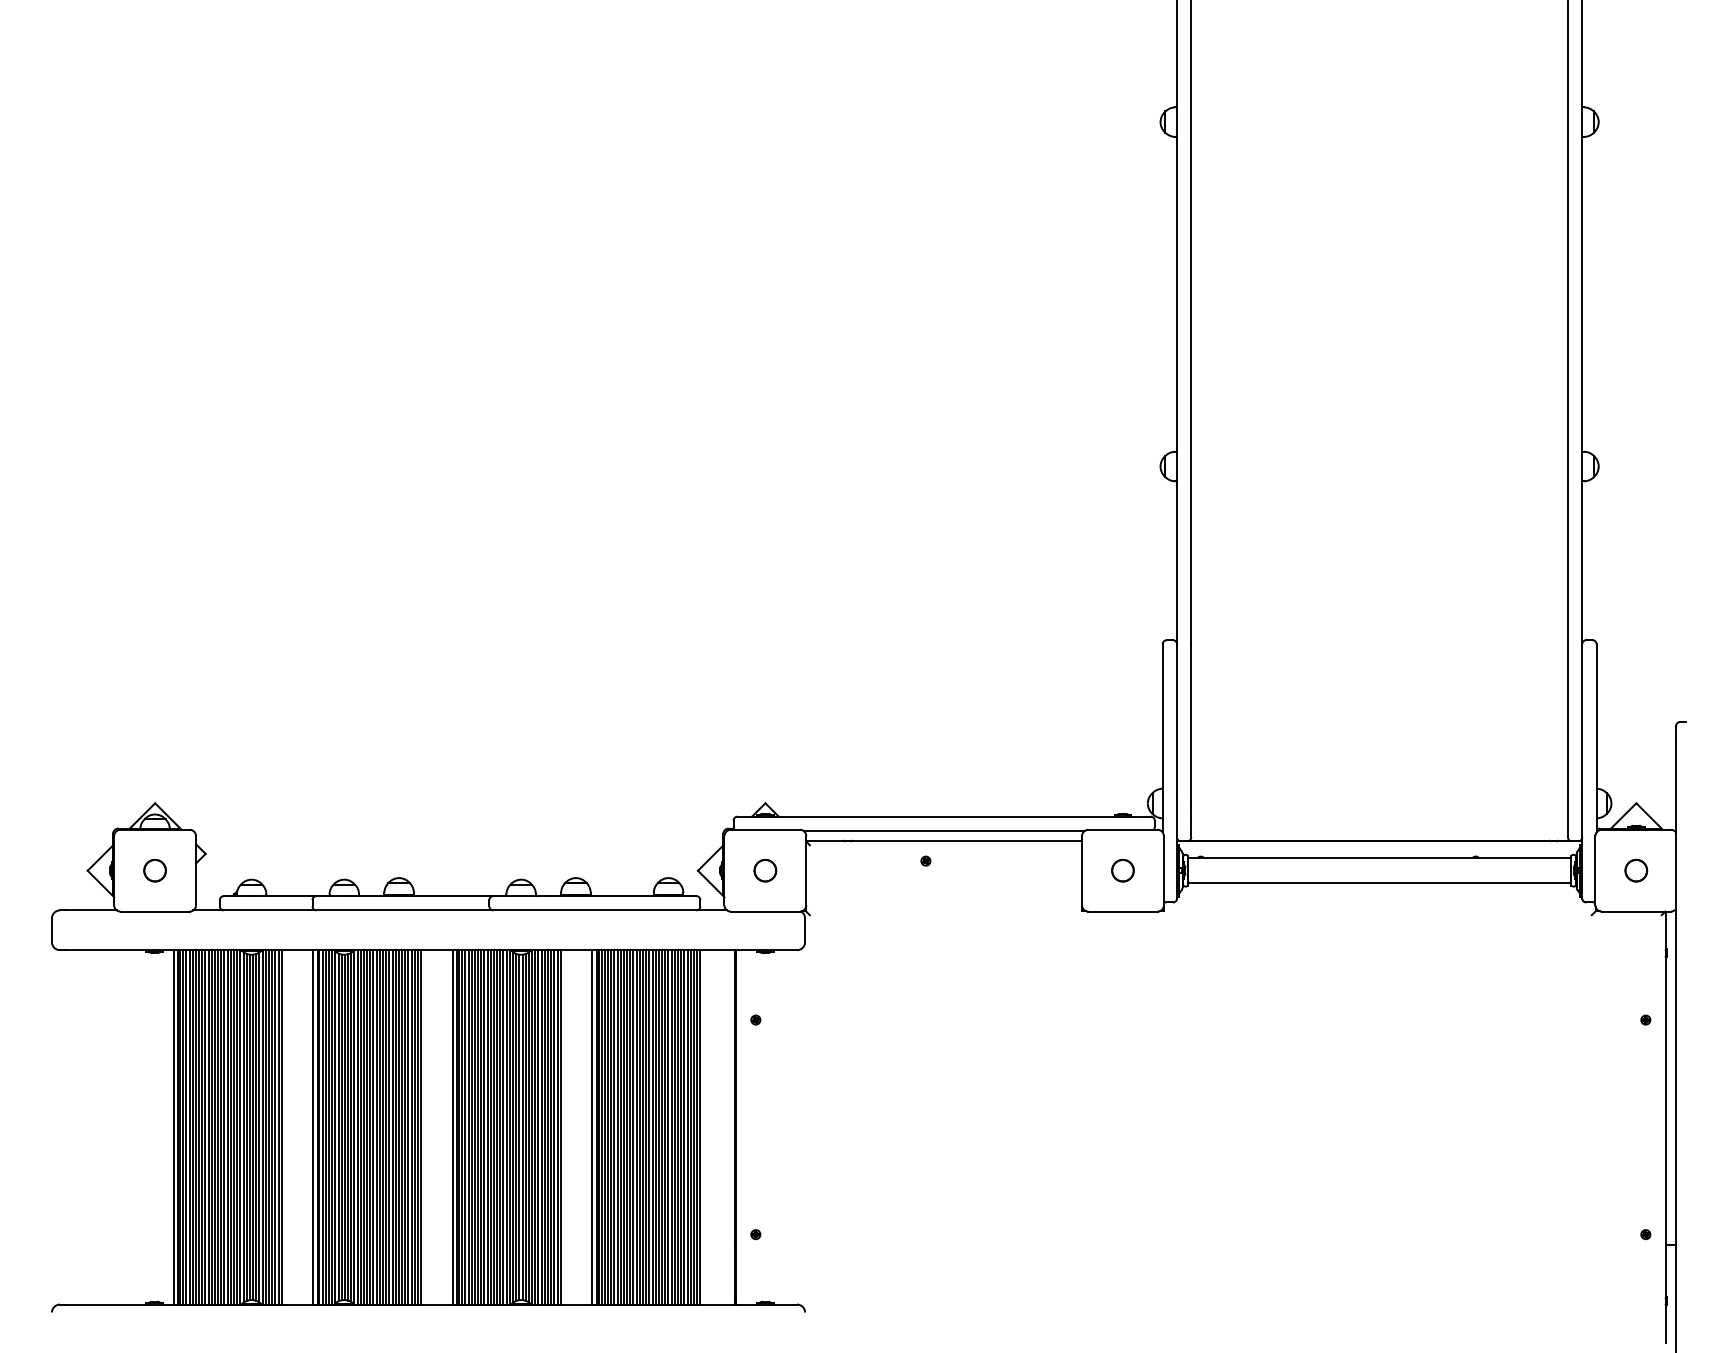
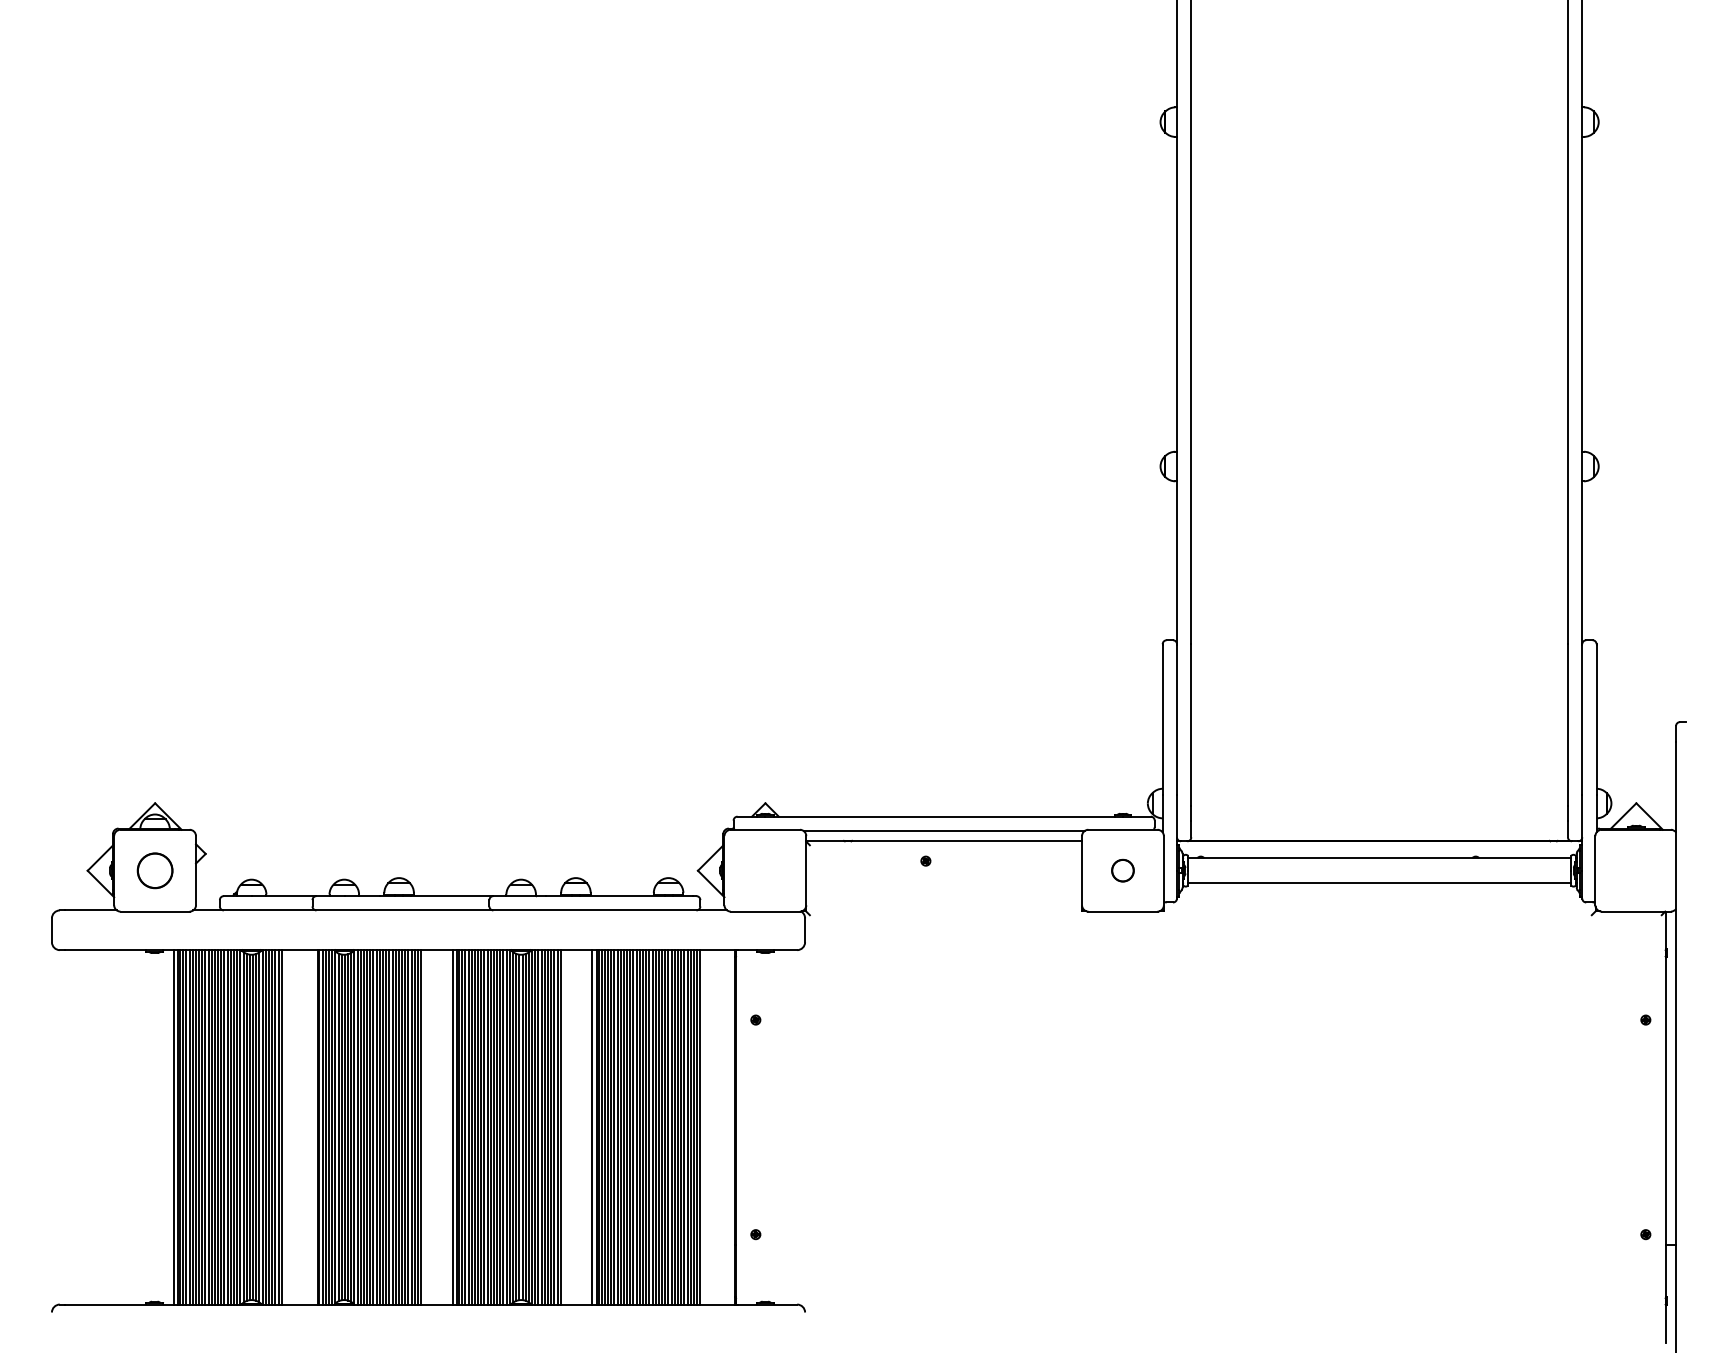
part at (154, 870) size: 24x25 px -> 38x38 px
part at (765, 870): present -> none
part at (1636, 870): present -> none
line at (313, 1127): present -> none
